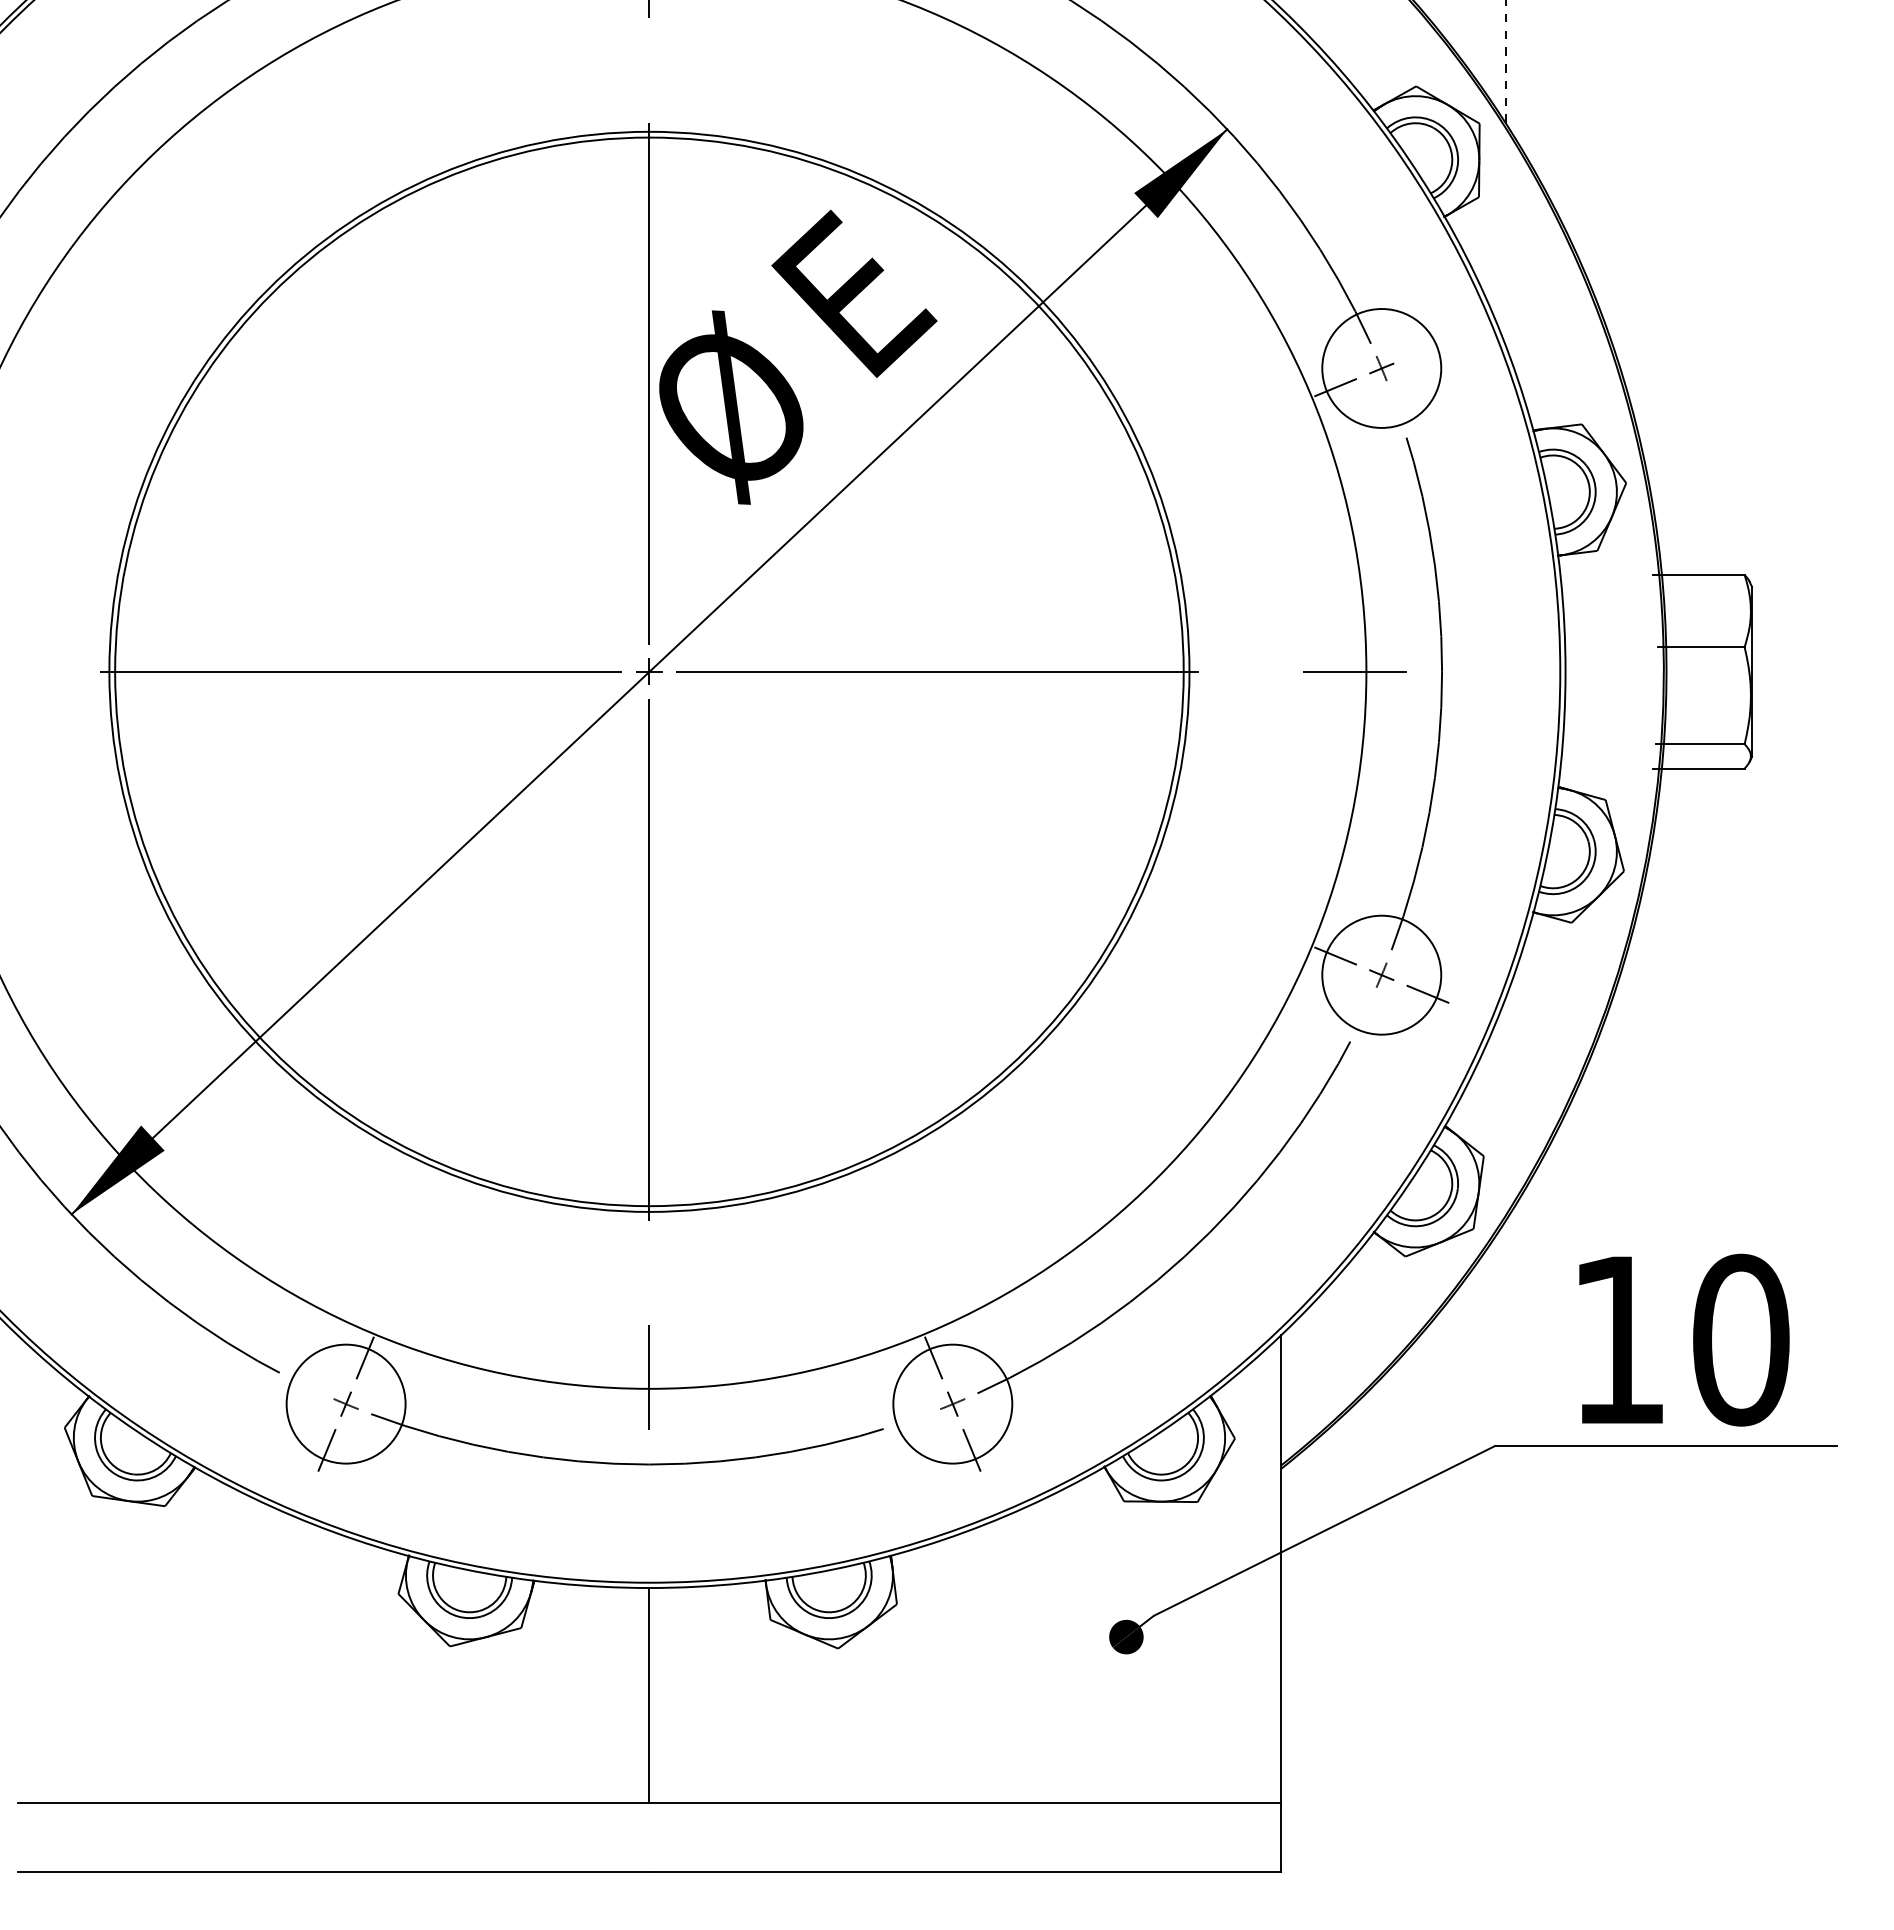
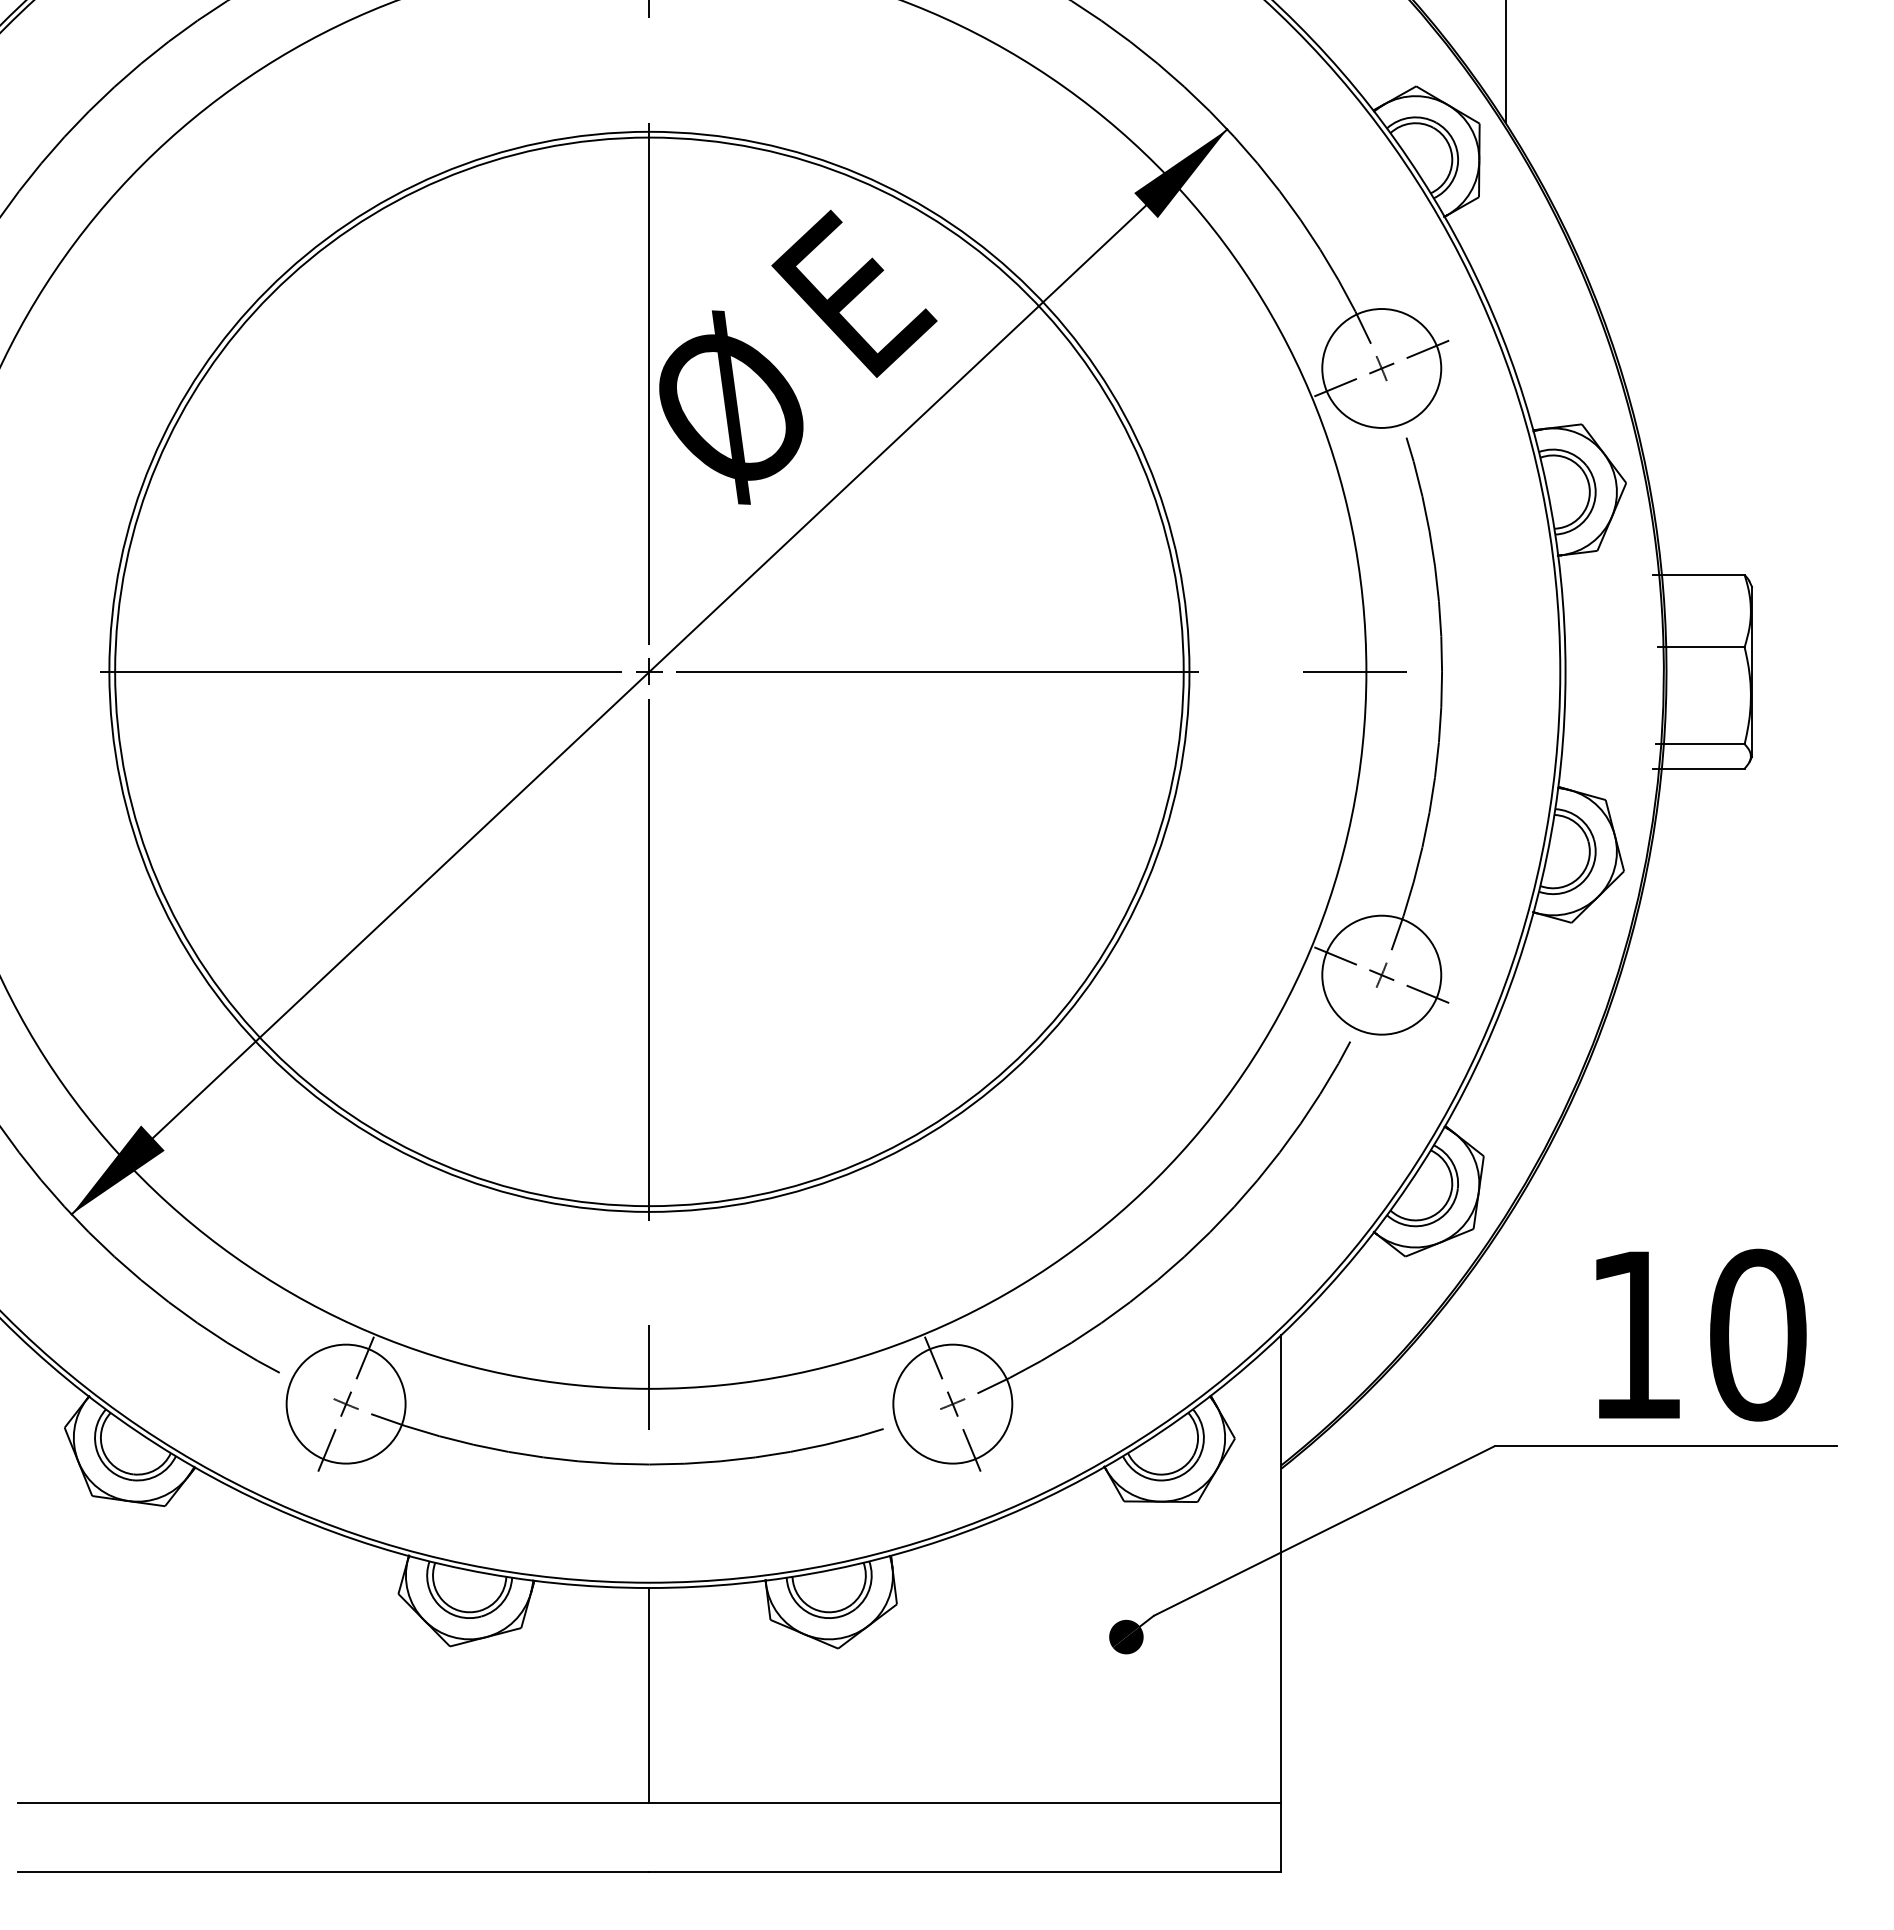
line at (1505, 61): dashed -> solid
line at (1427, 349): none -> present
text at (1684, 1339) position: (1684, 1339) -> (1701, 1334)
